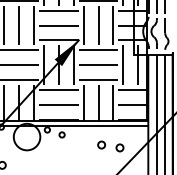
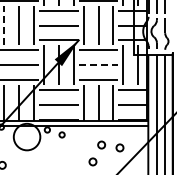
line at (4, 25): solid -> dashed
line at (98, 65): solid -> dashed
part at (92, 161): none -> present
